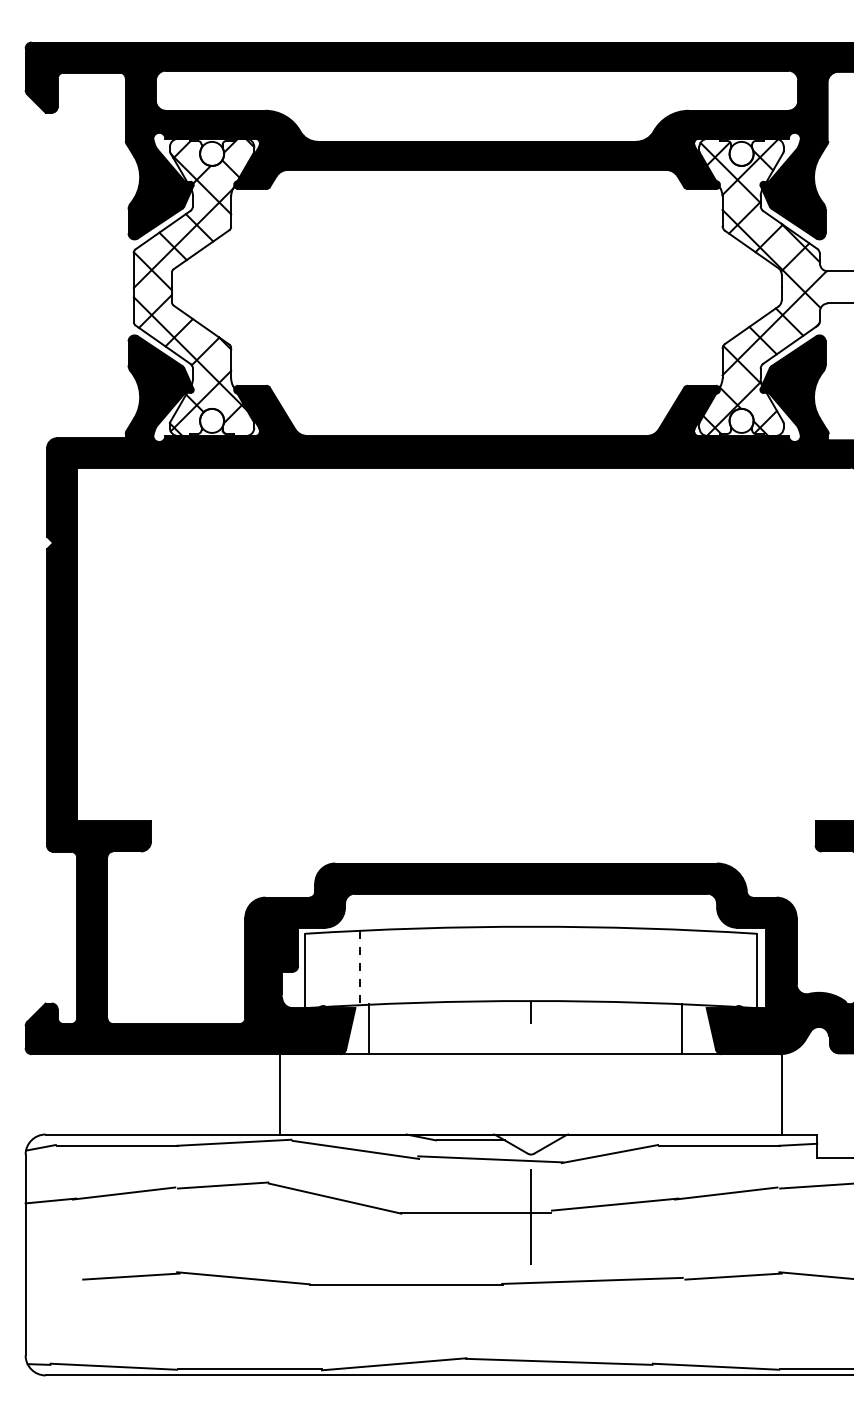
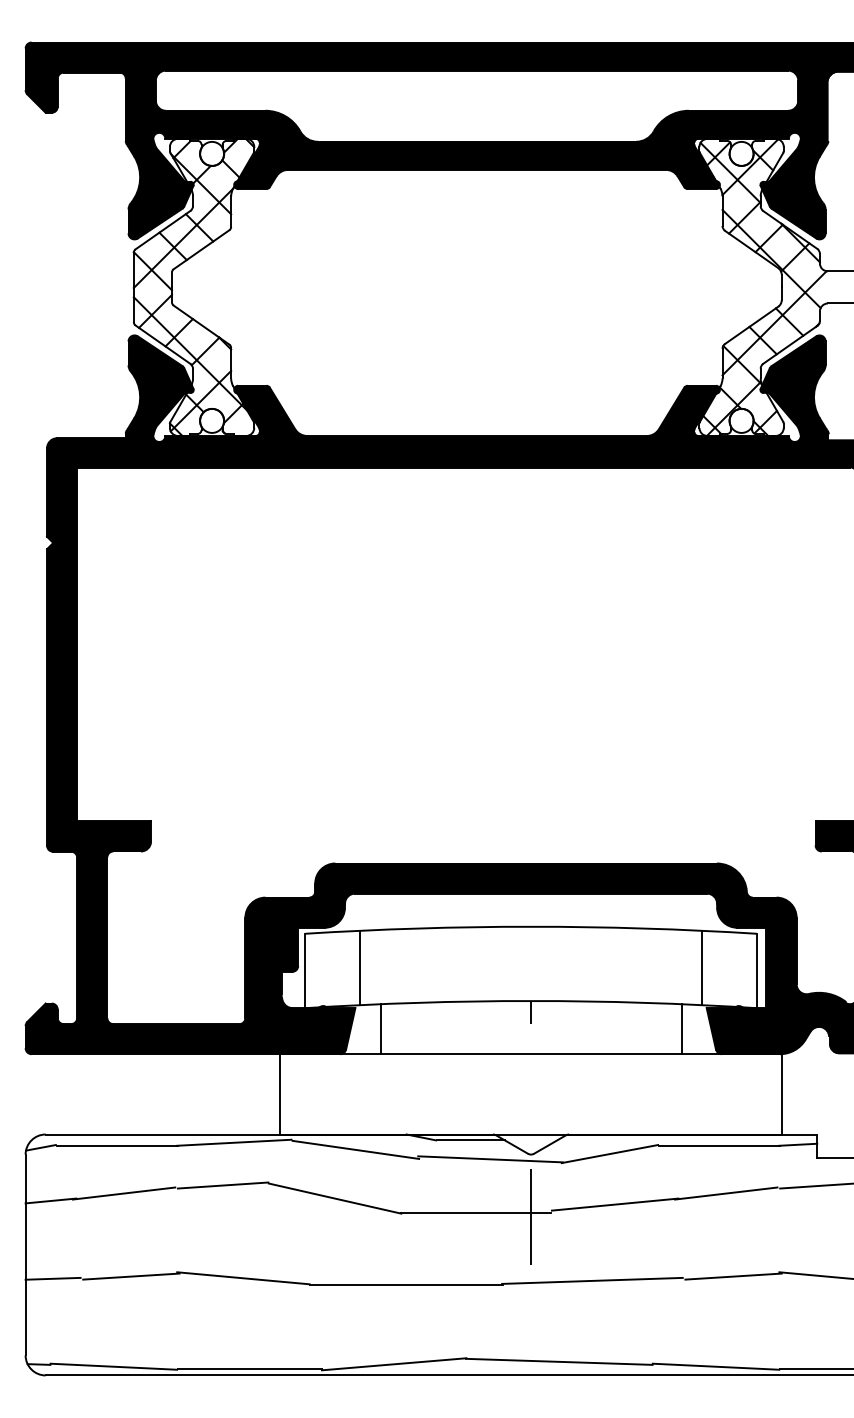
line at (701, 967): none -> present
line at (360, 968): dashed -> solid
line at (368, 1029) position: (368, 1029) -> (380, 1029)
line at (52, 1278): none -> present
